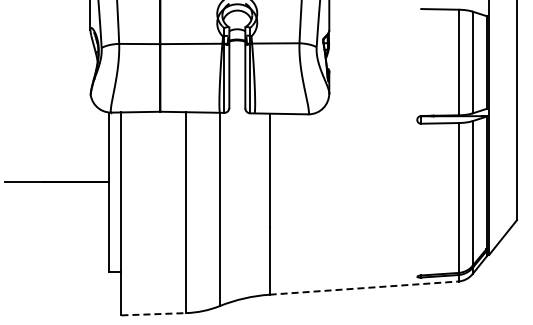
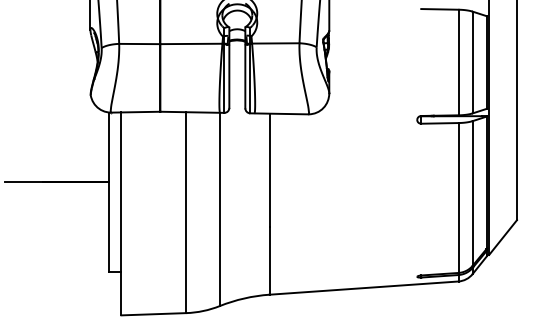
line at (364, 288): dashed -> solid
line at (154, 314): dashed -> solid
